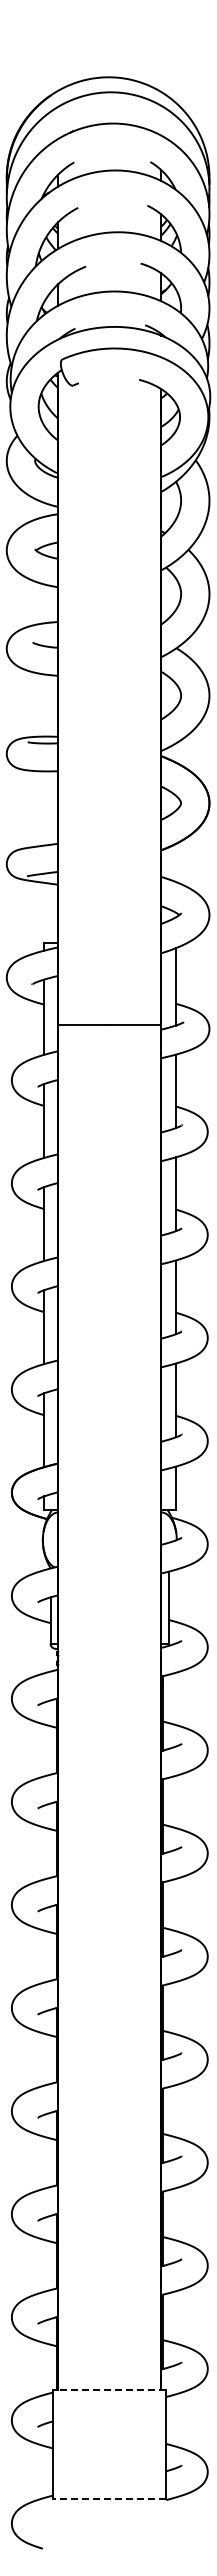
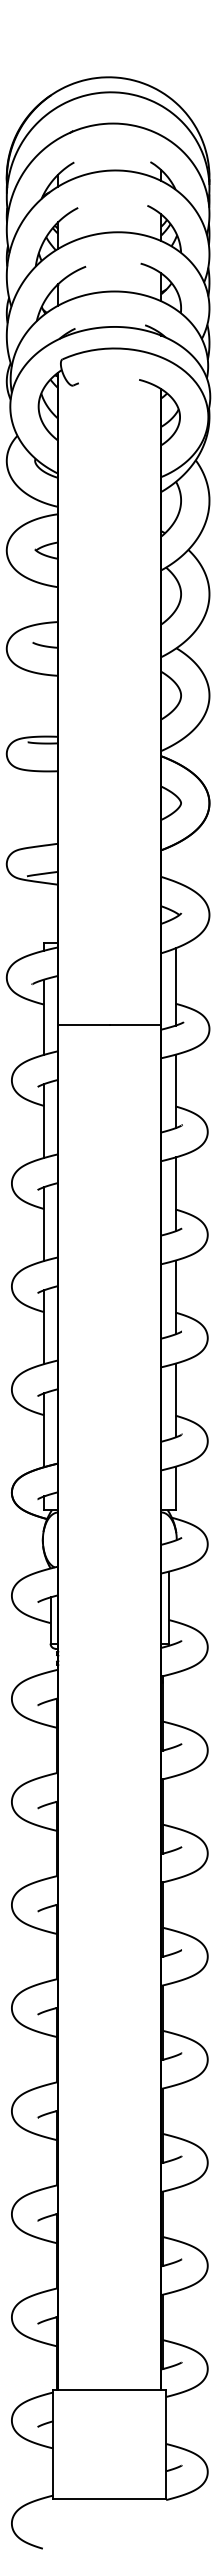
line at (109, 2390): dashed -> solid
line at (109, 2498): dashed -> solid
